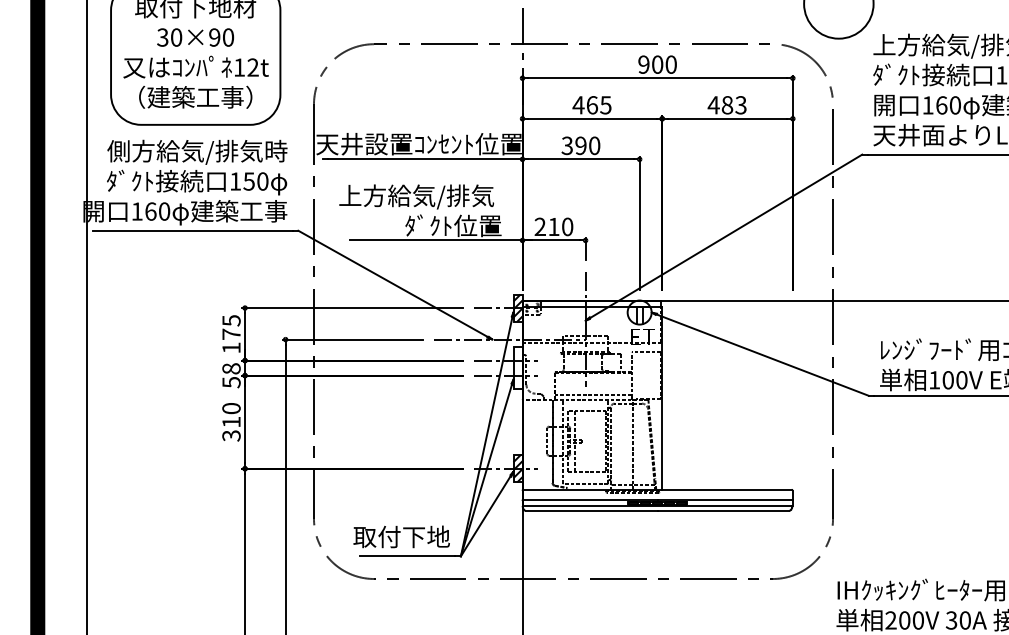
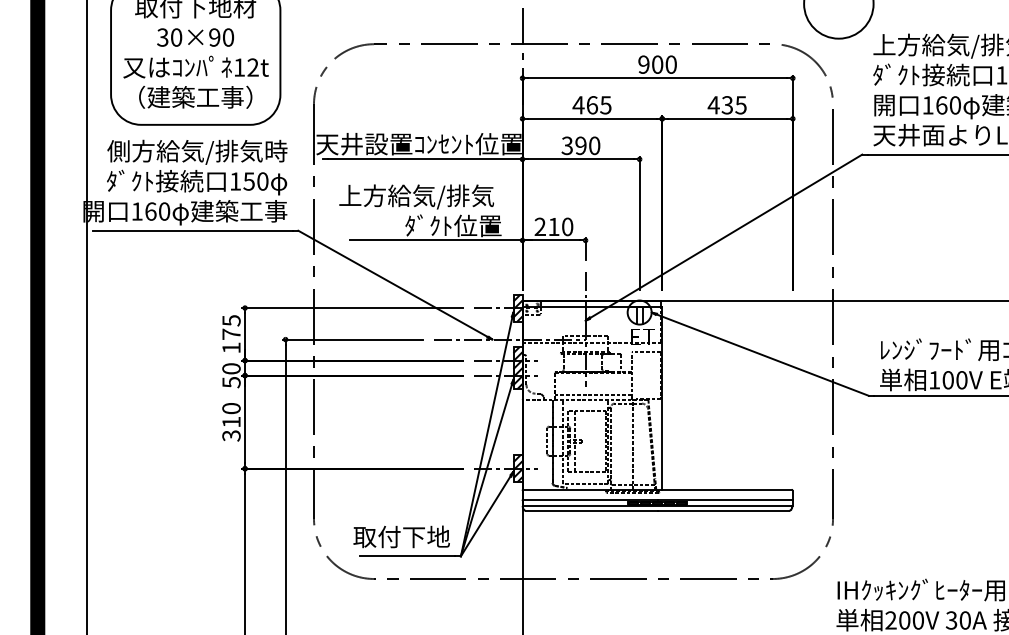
text at (733, 105): 483 -> 435
text at (231, 368): 58 -> 50
hatch at (517, 368): none -> present
